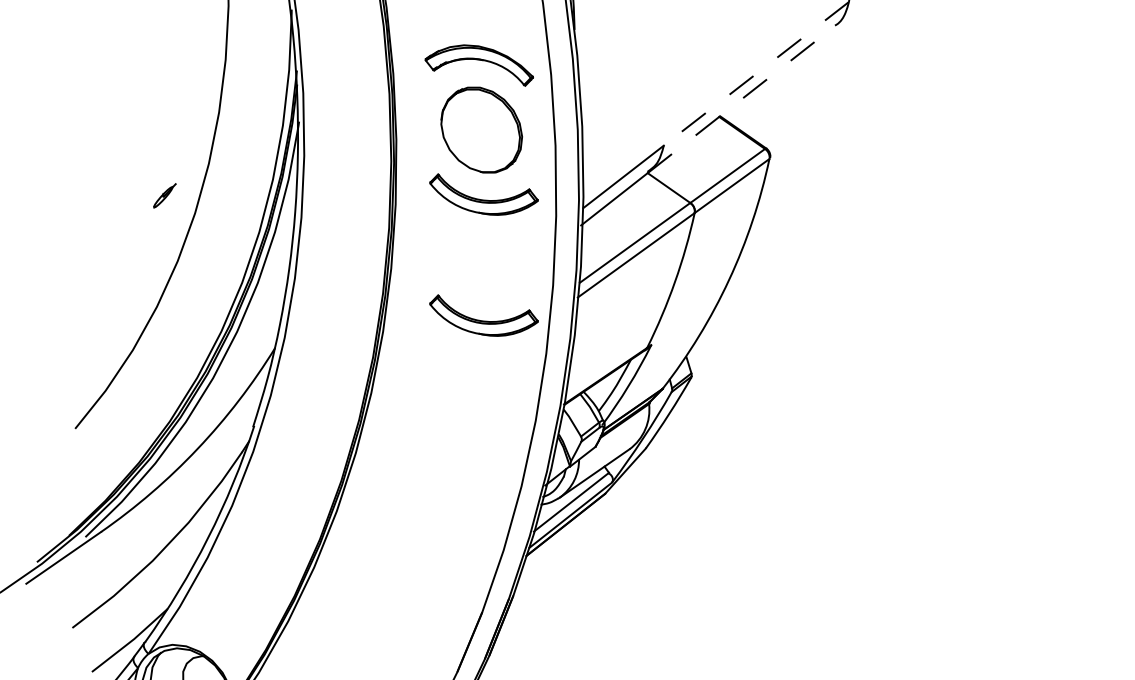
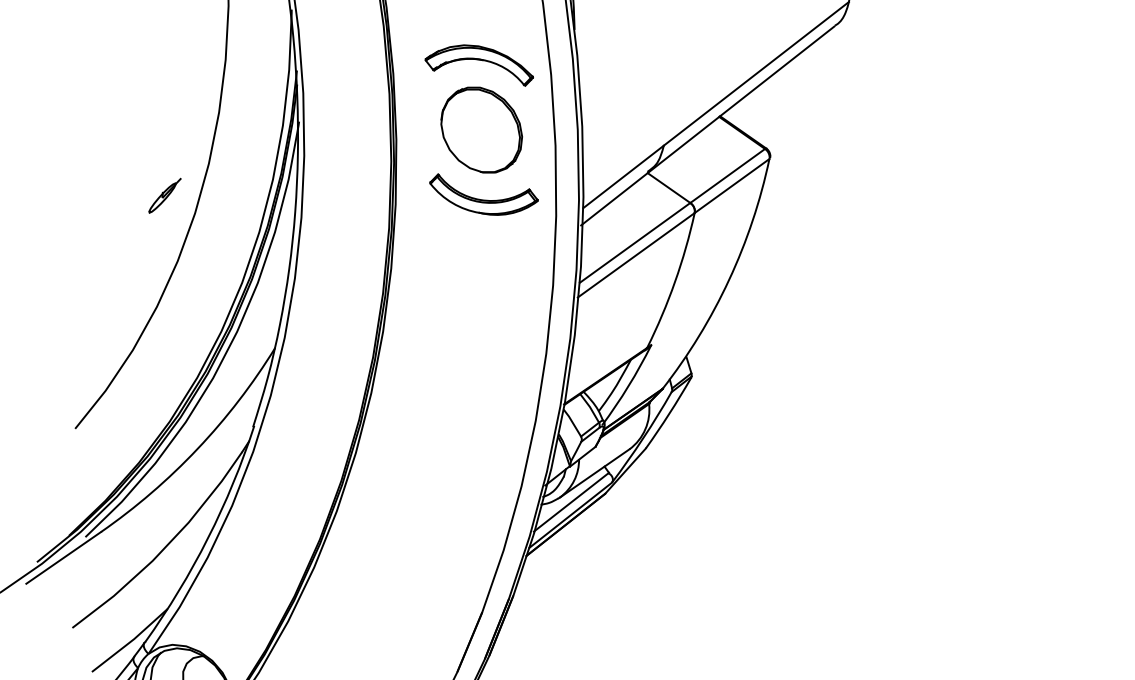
line at (756, 74): dashed -> solid
line at (741, 99): dashed -> solid
part at (164, 195) size: 24x26 px -> 34x37 px
part at (483, 315): present -> none
